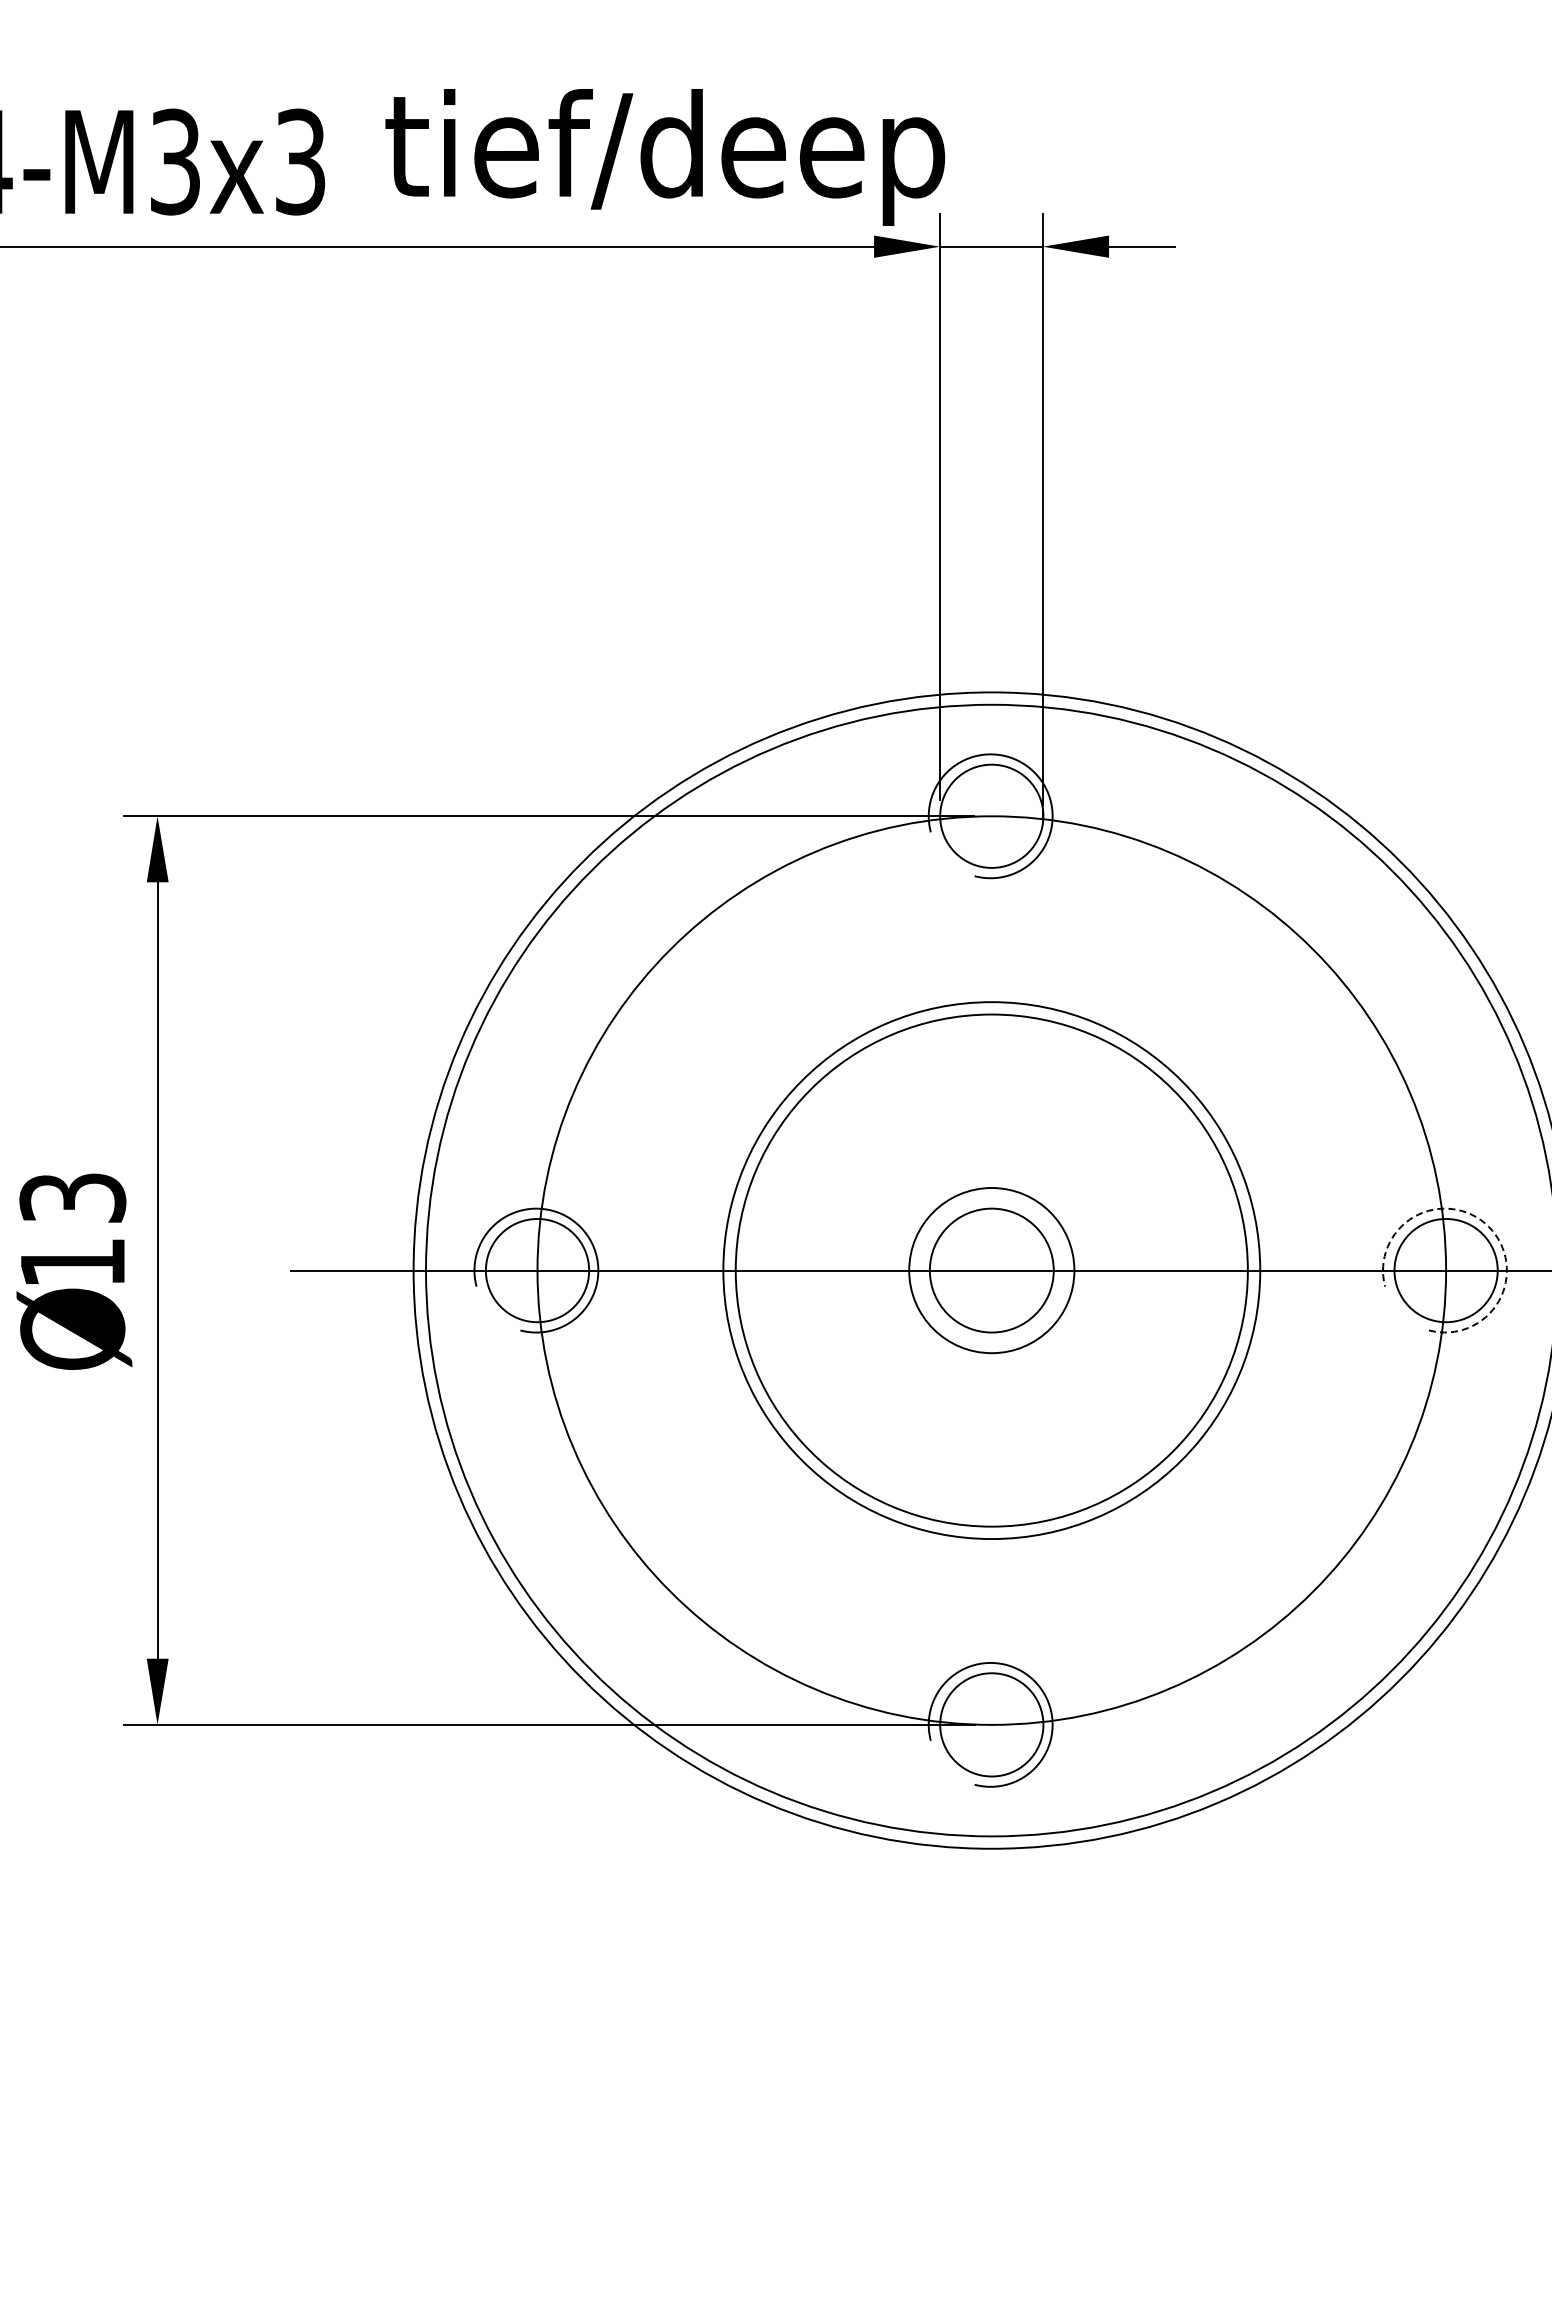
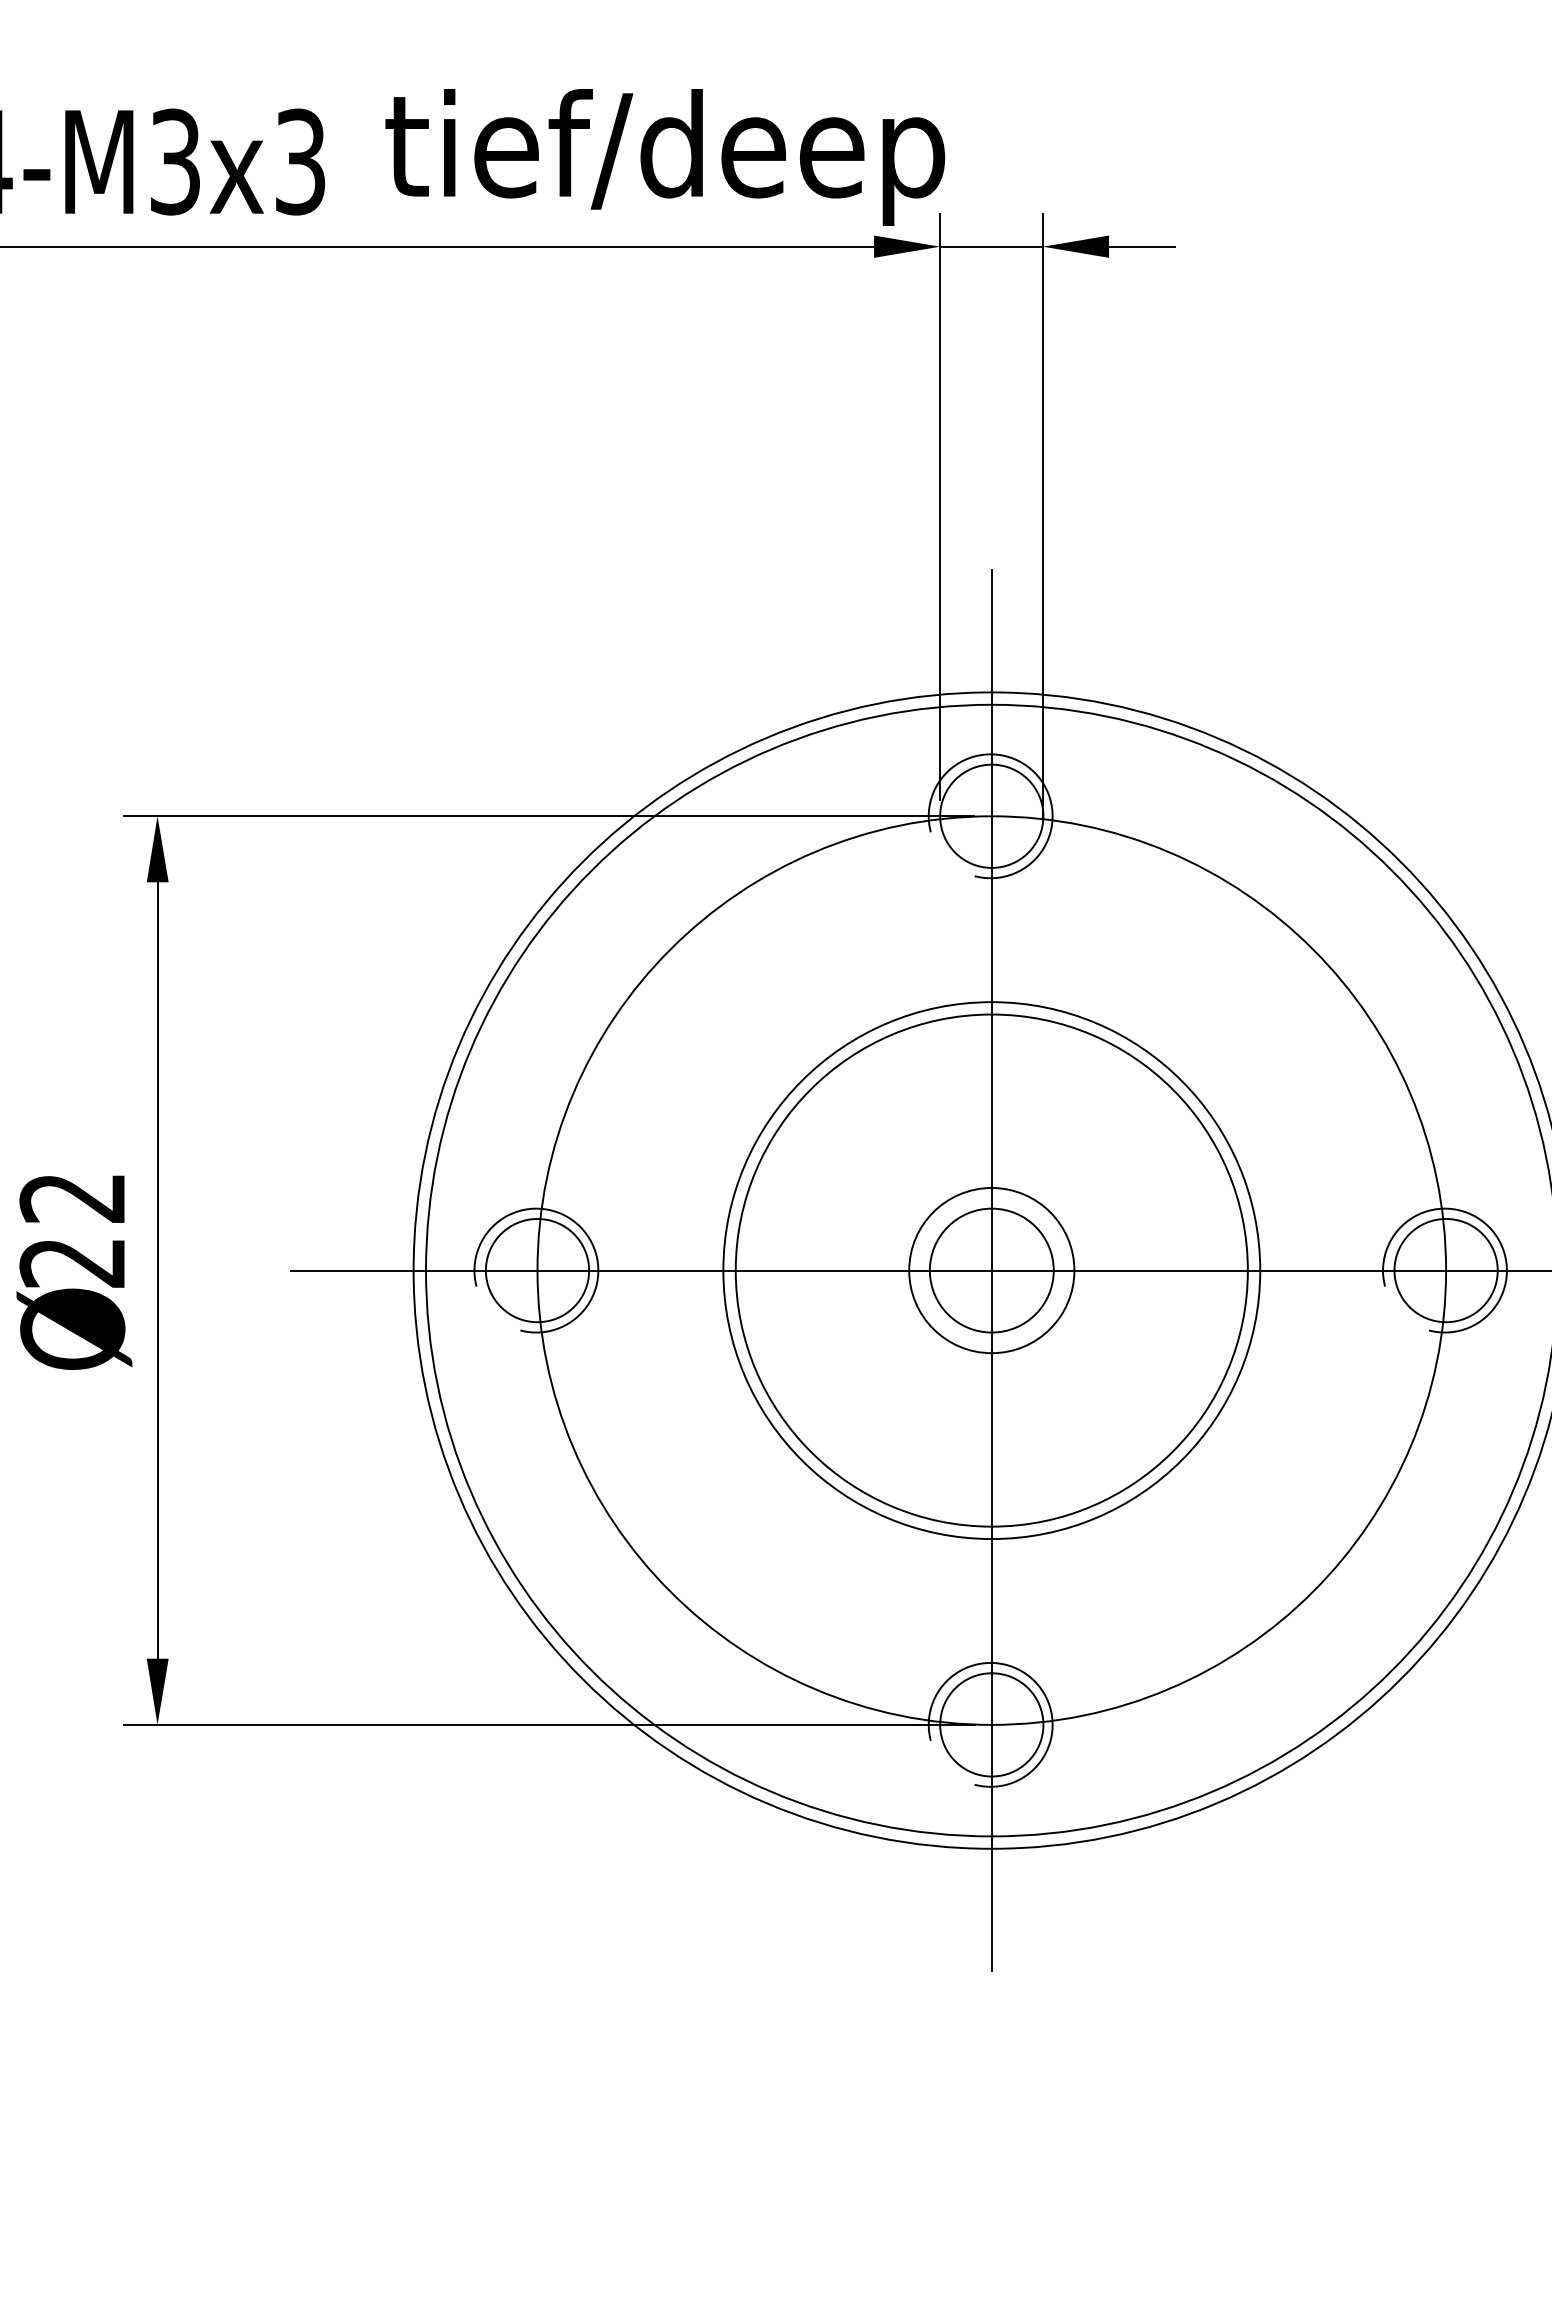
arc at (1488, 1226): dashed -> solid
text at (72, 1230): 13 -> 22
line at (991, 1270): none -> present
